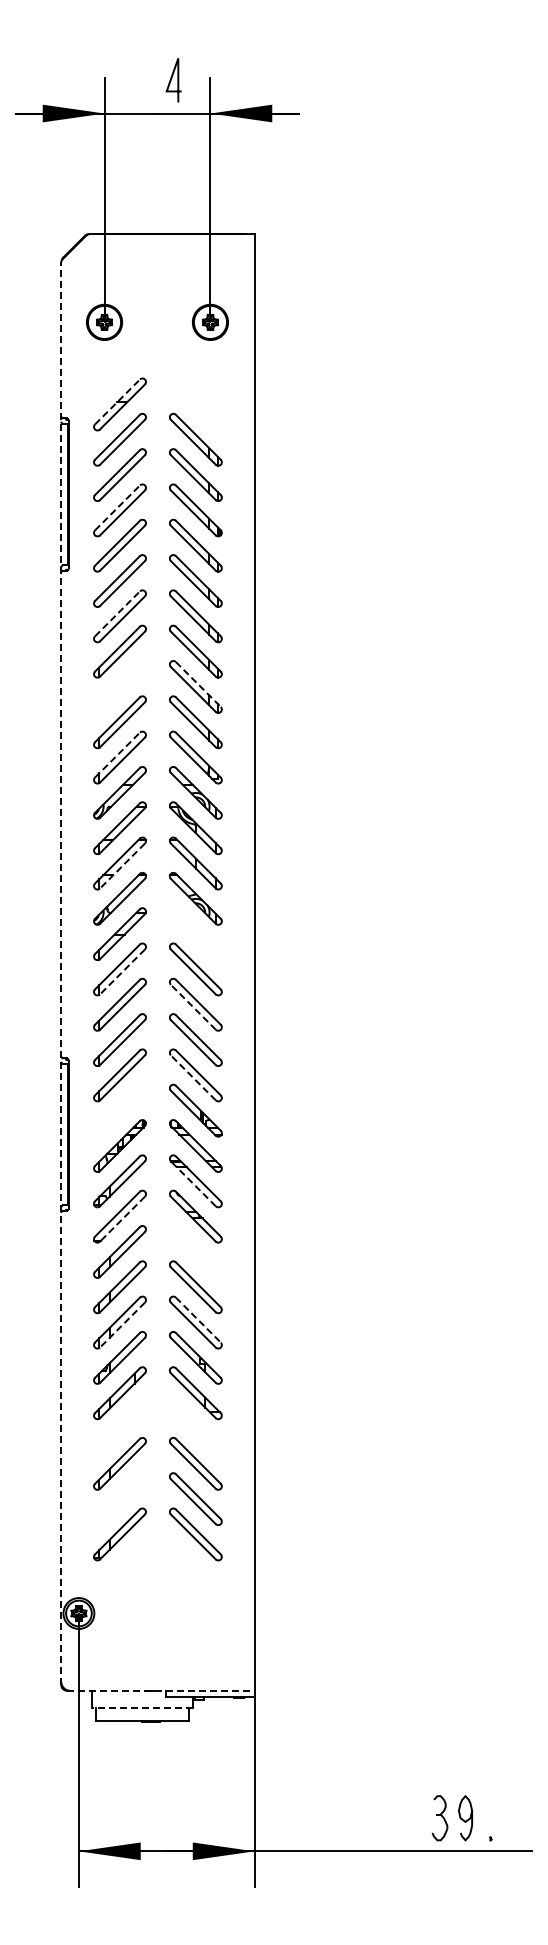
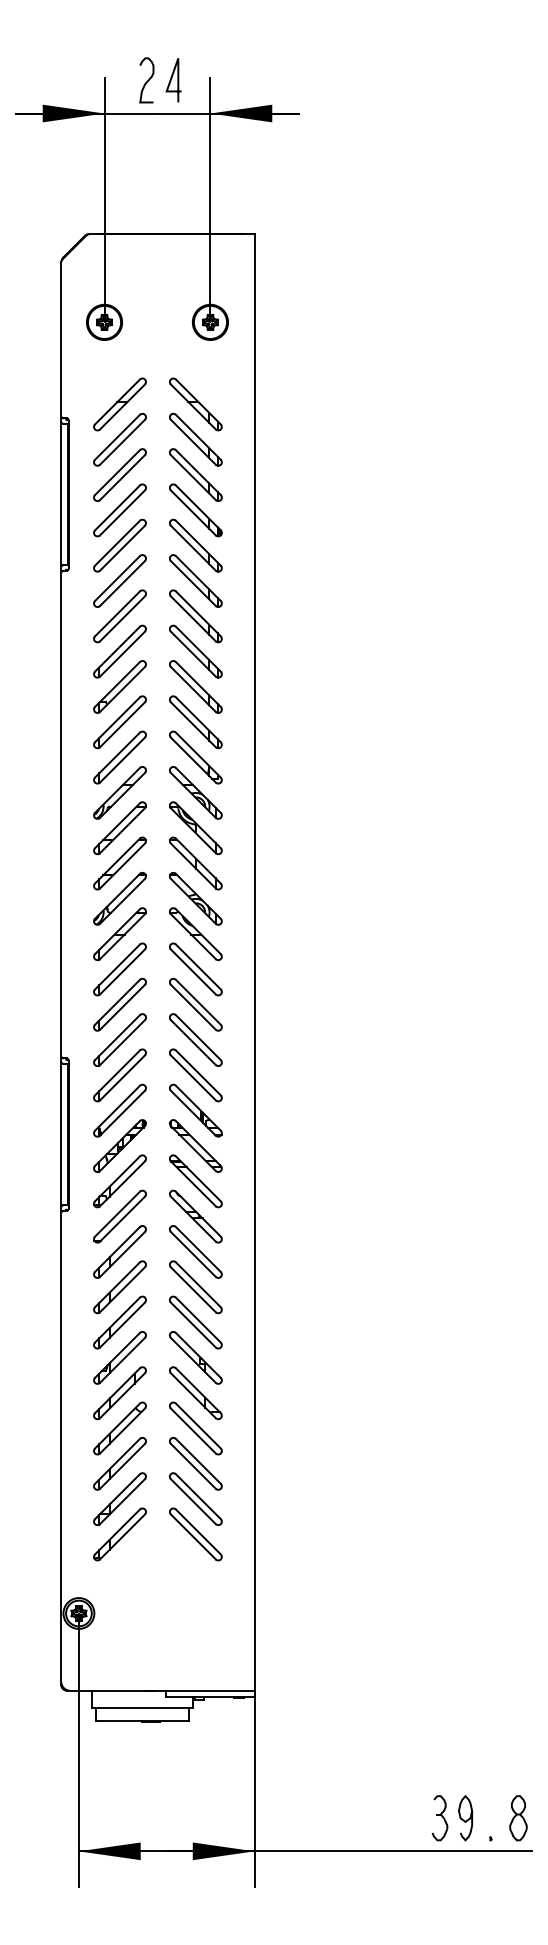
curve at (147, 80): none -> present
line at (117, 401): dashed -> solid
part at (195, 404): none -> present
line at (117, 507): dashed -> solid
line at (117, 613): dashed -> solid
line at (198, 684): dashed -> solid
part at (119, 686): none -> present
line at (117, 755): dashed -> solid
line at (122, 866): dashed -> solid
part at (195, 933): none -> present
line at (122, 971): dashed -> solid
line at (61, 973): dashed -> solid
line at (193, 1007): dashed -> solid
line at (193, 1077): dashed -> solid
part at (119, 1110): none -> present
line at (193, 1183): dashed -> solid
line at (122, 1219): dashed -> solid
part at (195, 1251): none -> present
line at (198, 1320): dashed -> solid
line at (122, 1325): dashed -> solid
part at (119, 1428): none -> present
part at (195, 1428): none -> present
part at (119, 1498): none -> present
line at (160, 1690): dashed -> solid
line at (141, 1707): dashed -> solid
part at (518, 1818): none -> present
